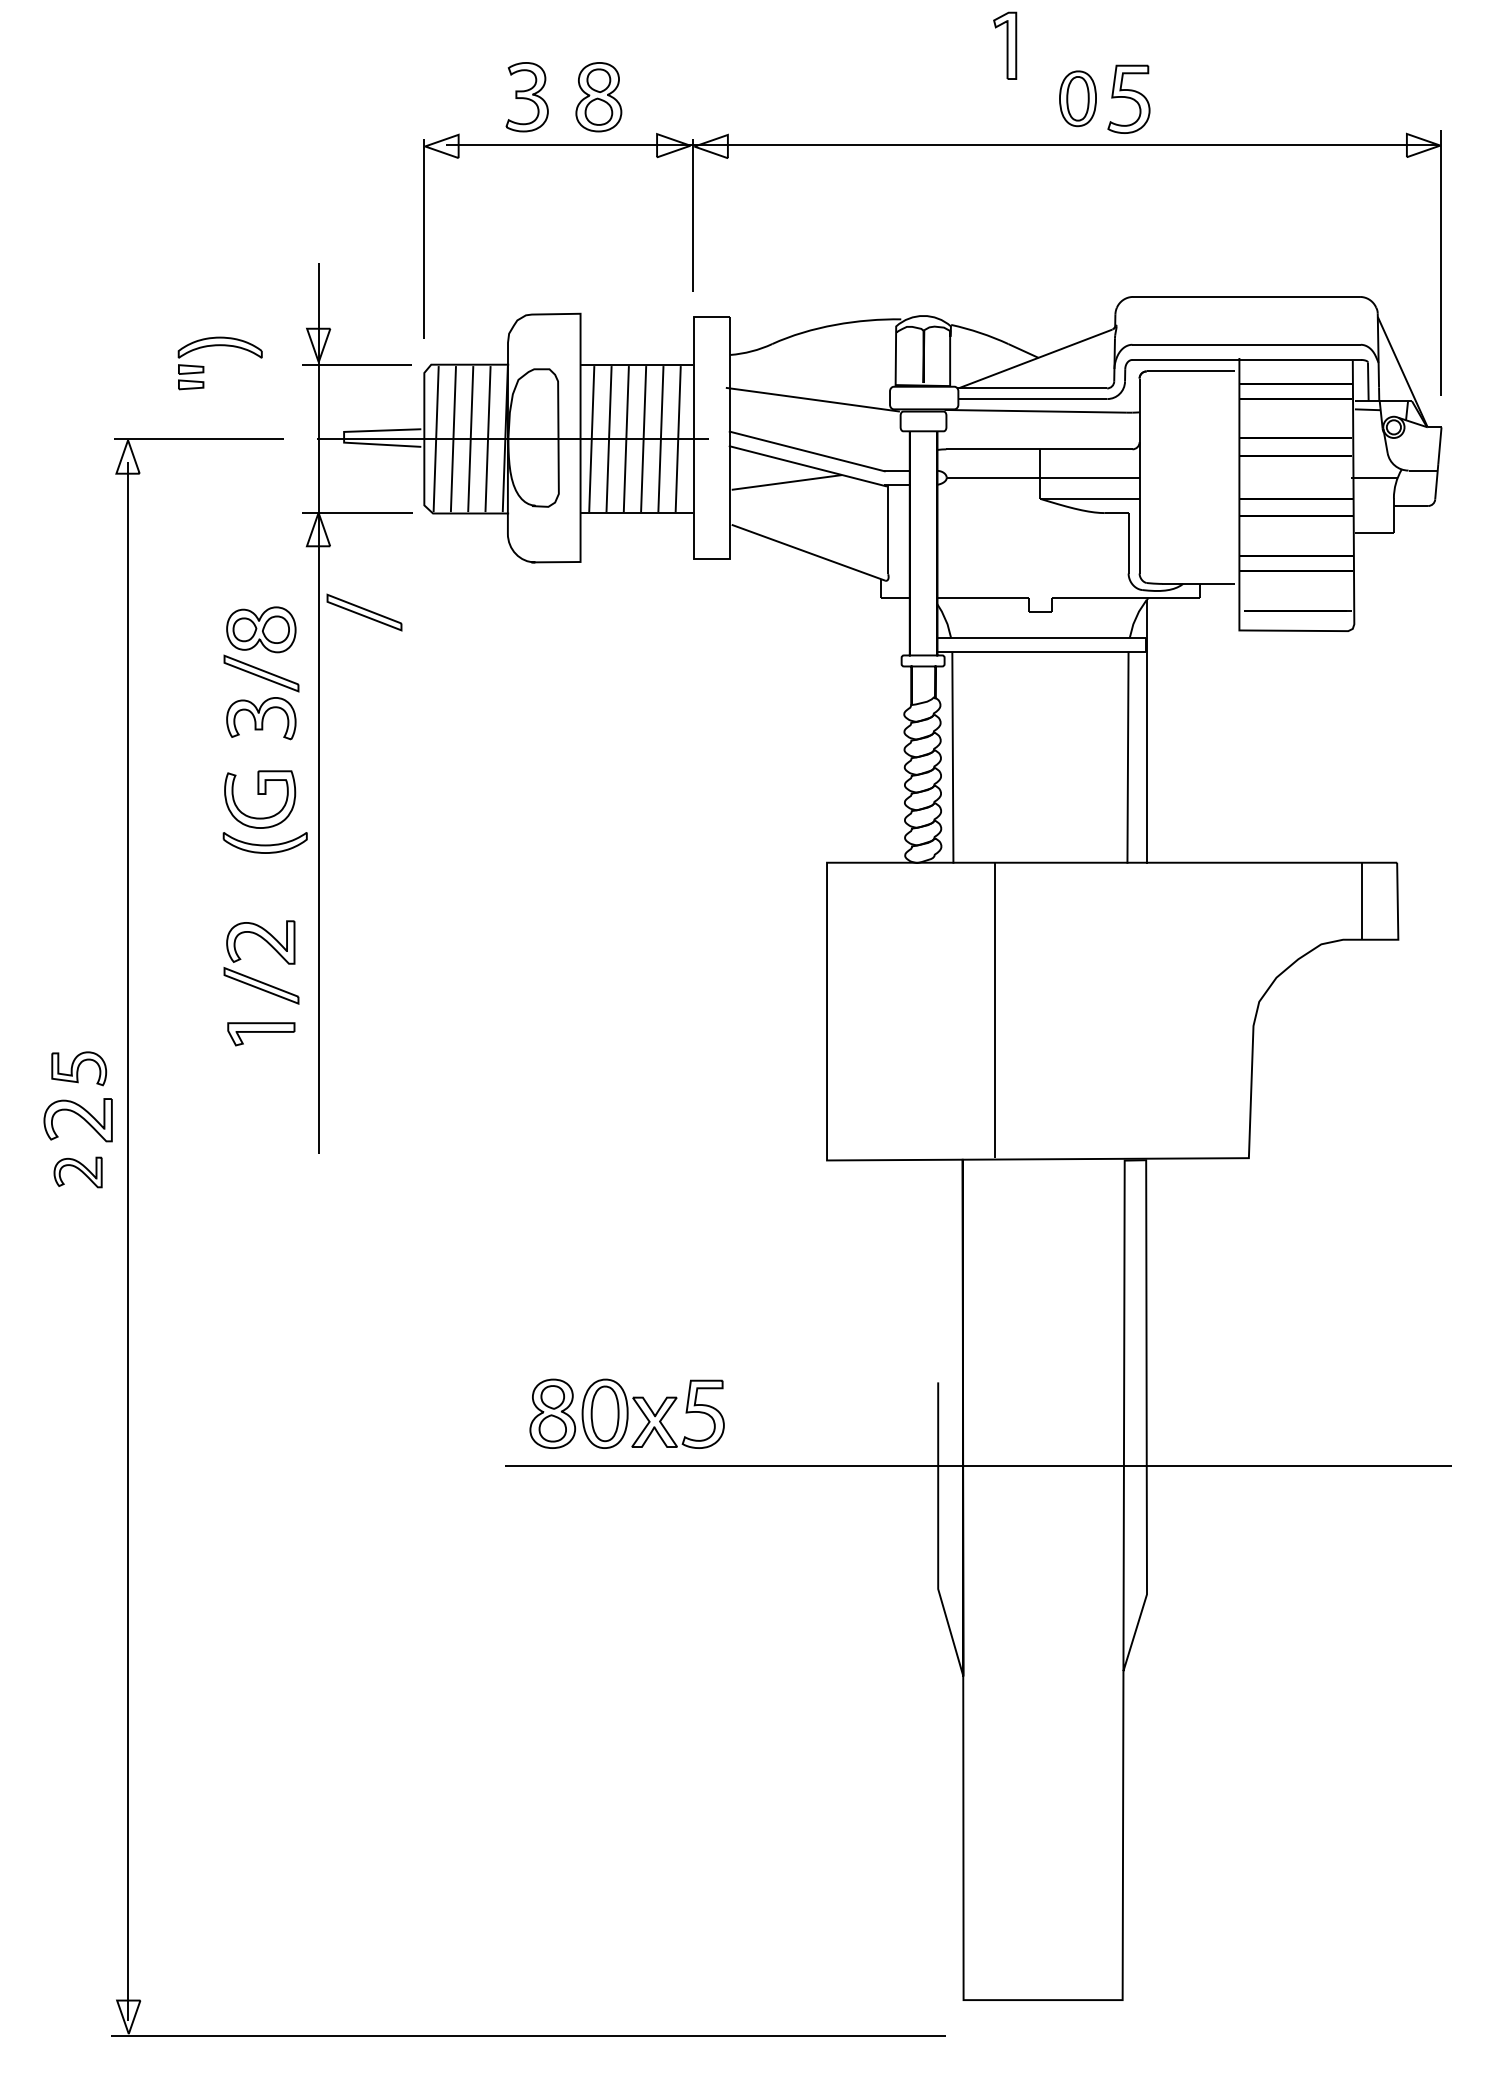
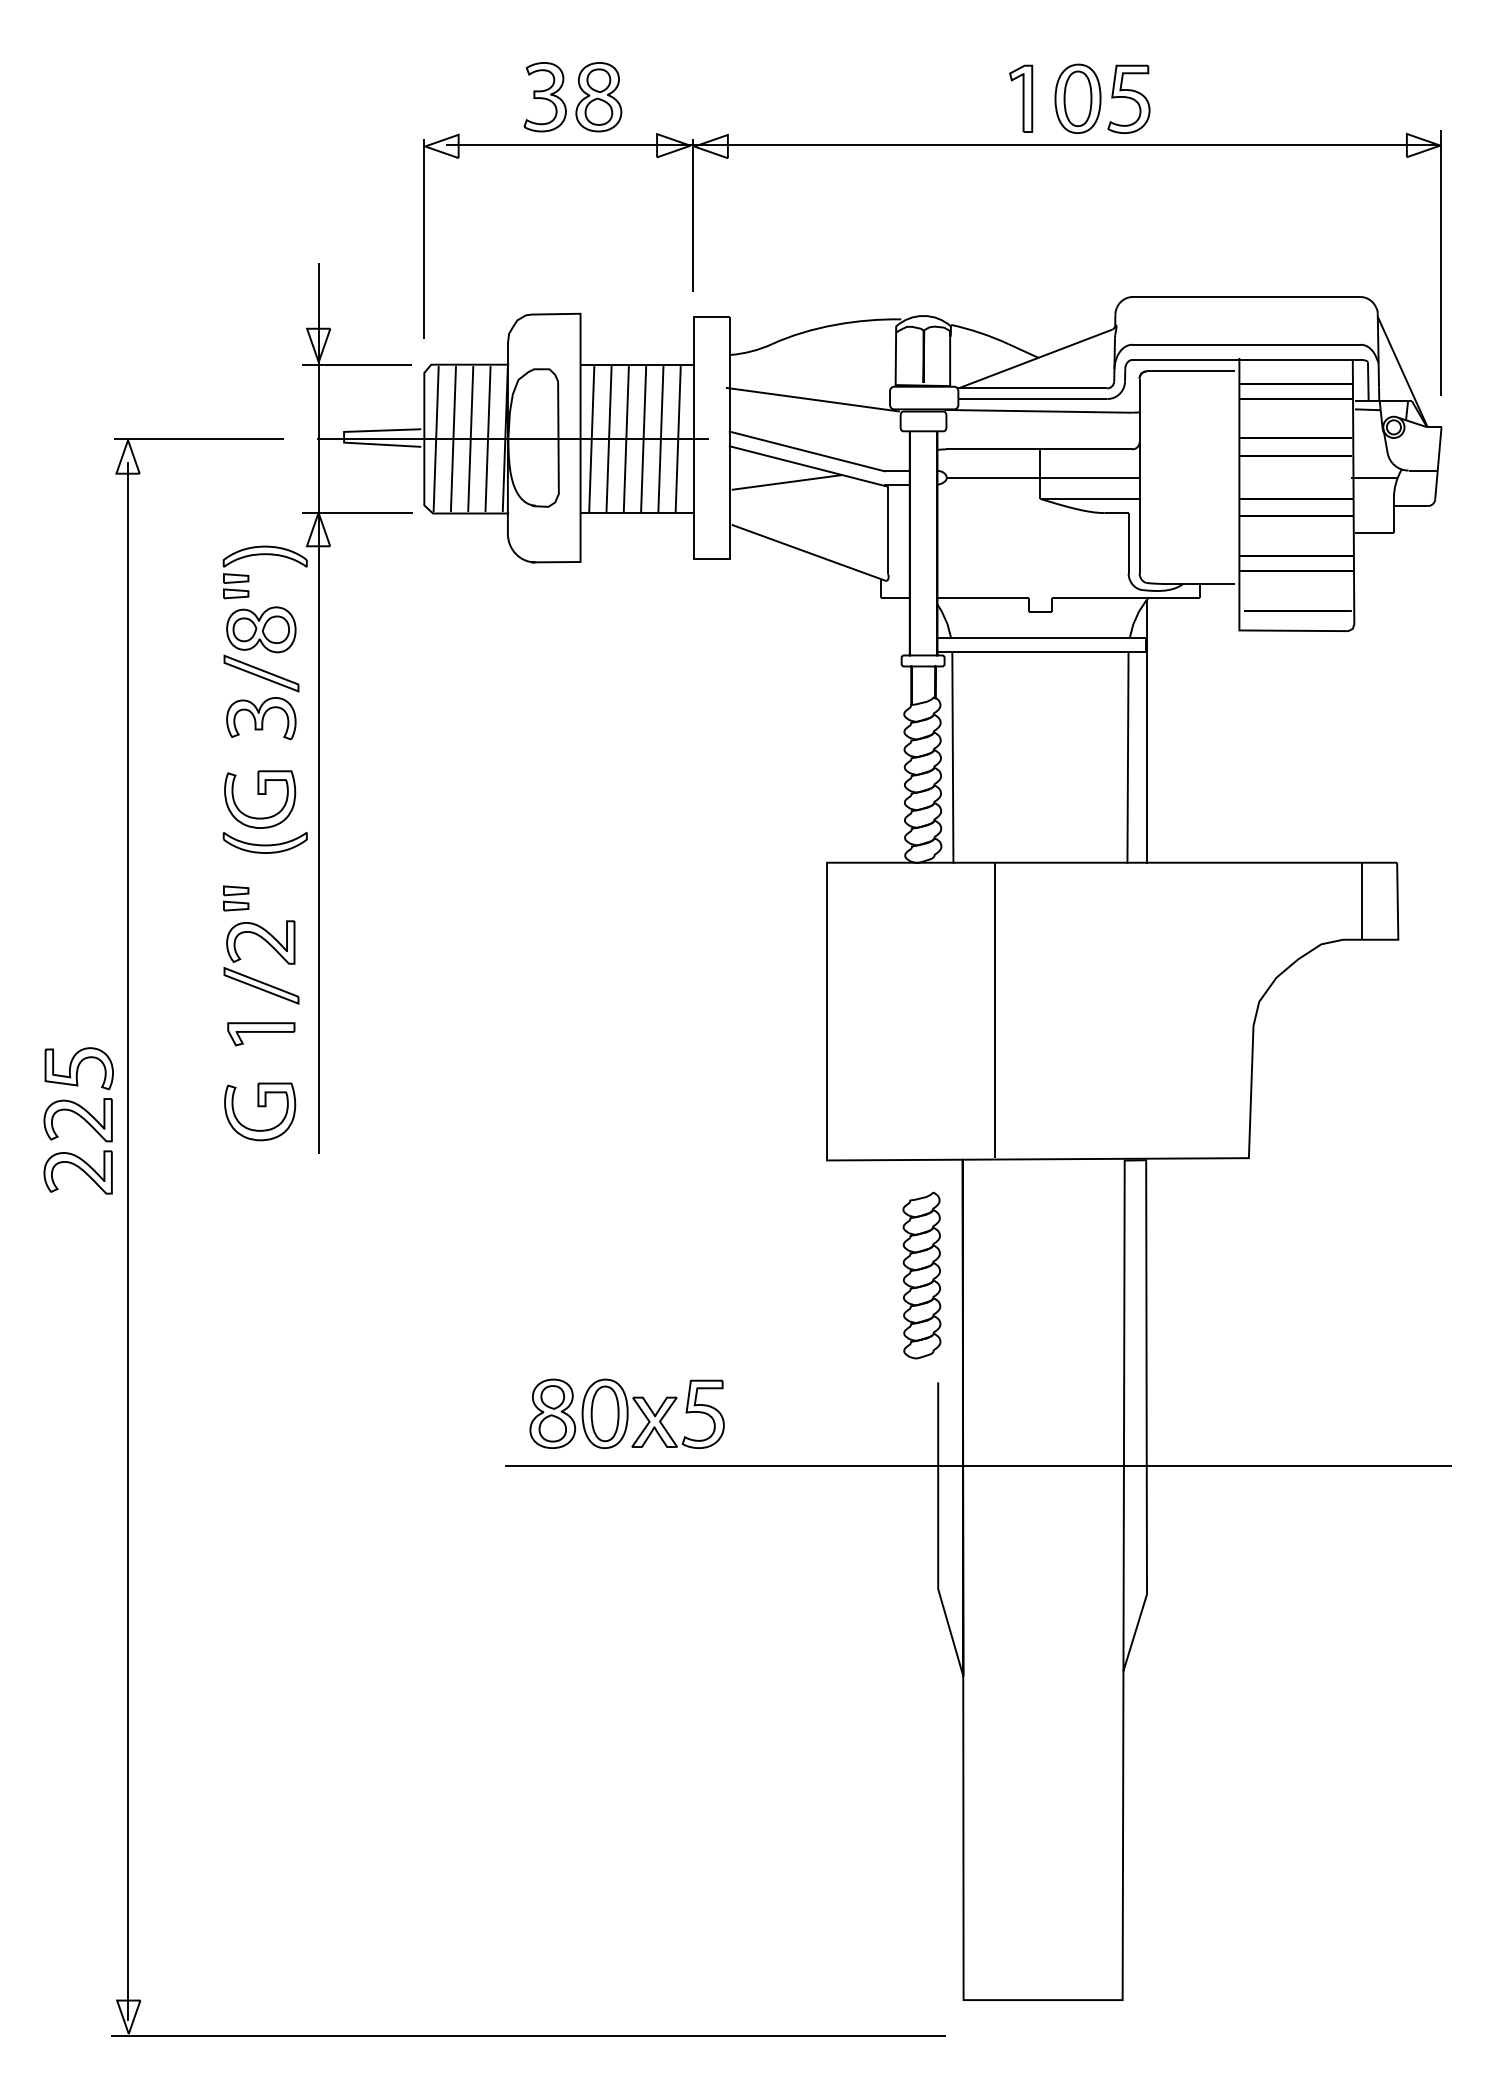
part at (1005, 45) position: (1005, 45) -> (1021, 98)
part at (526, 97) position: (526, 97) -> (544, 97)
part at (1077, 98) size: 38x58 px -> 48x71 px
part at (204, 366) position: (204, 366) -> (249, 575)
part at (364, 612): present -> none
part at (236, 898): none -> present
part at (79, 1068) size: 57x36 px -> 70x44 px
part at (260, 1111): none -> present
part at (77, 1172) size: 50x33 px -> 70x45 px
part at (921, 1275): none -> present
